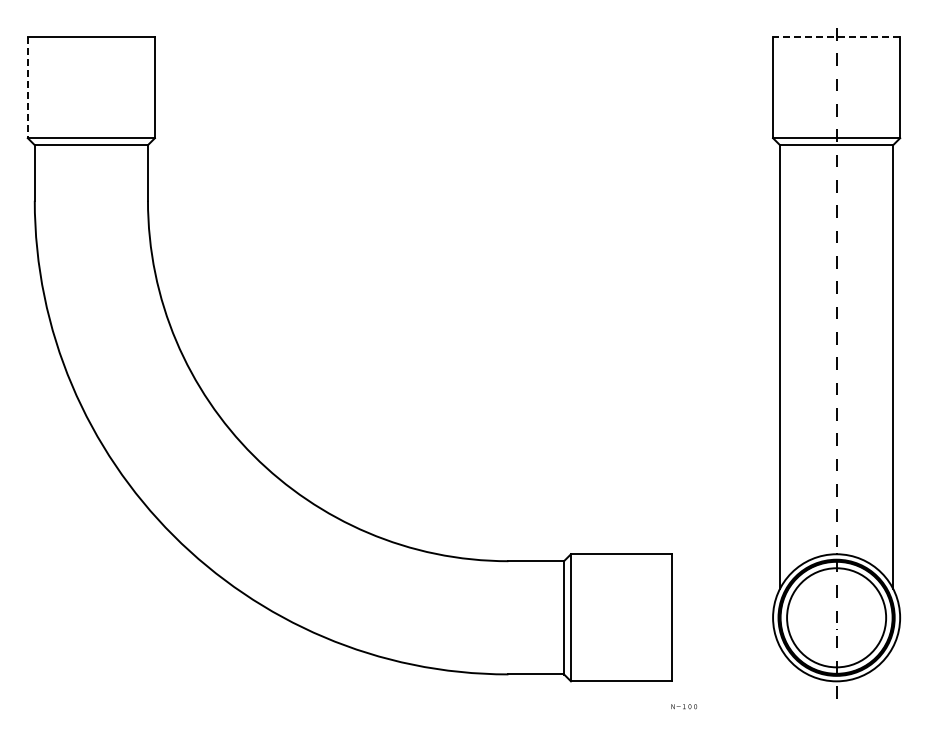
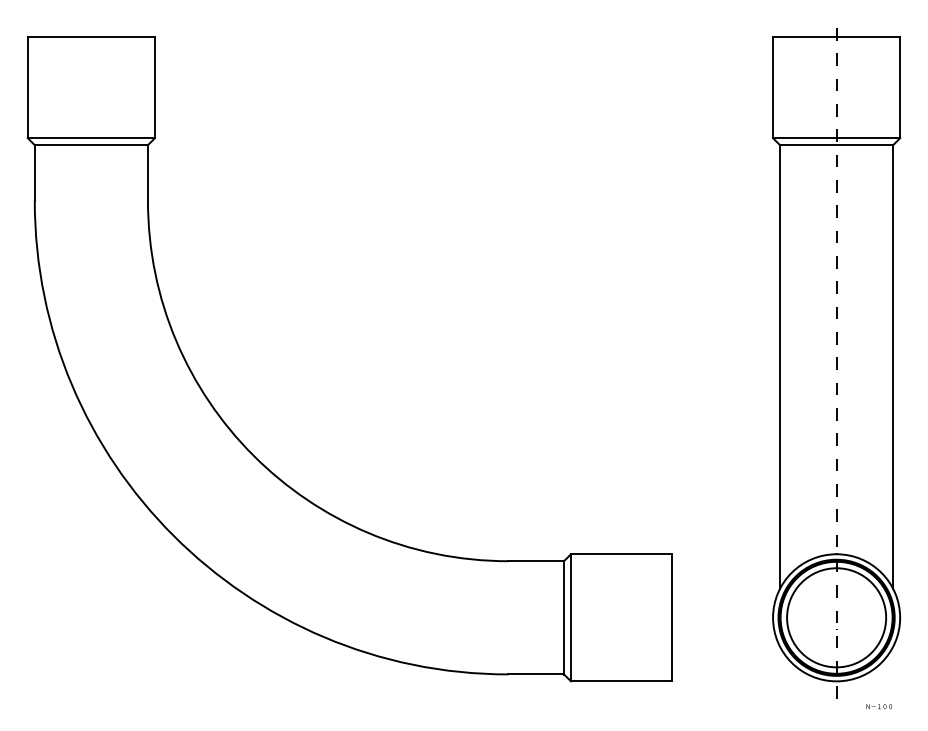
line at (836, 36): dashed -> solid
line at (27, 87): dashed -> solid
text at (683, 706) position: (683, 706) -> (878, 706)
